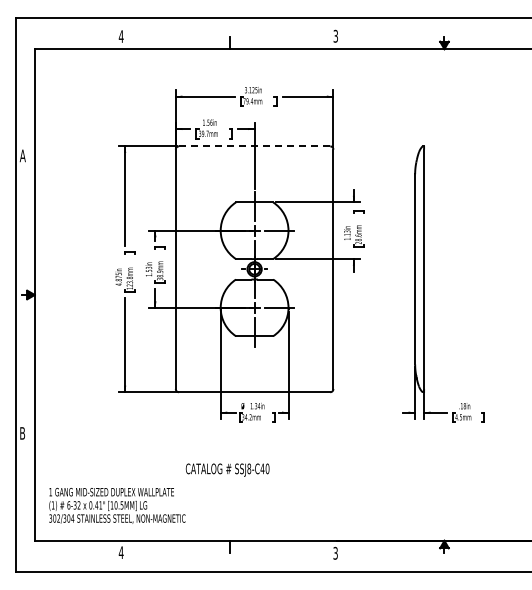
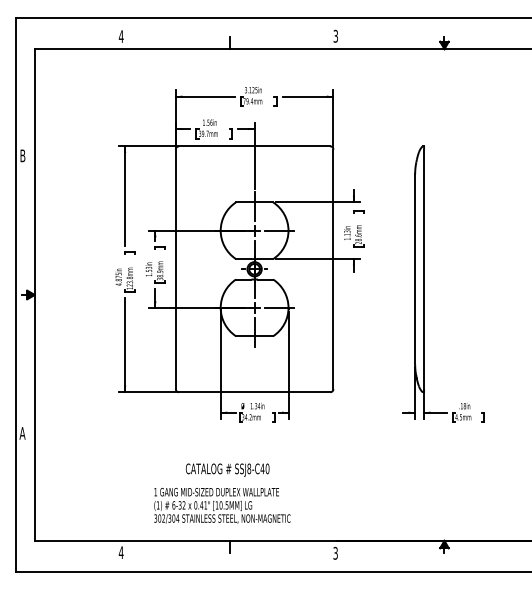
line at (254, 146): dashed -> solid
text at (22, 155): A -> B
text at (22, 433): B -> A
text at (117, 505) position: (117, 505) -> (222, 505)
